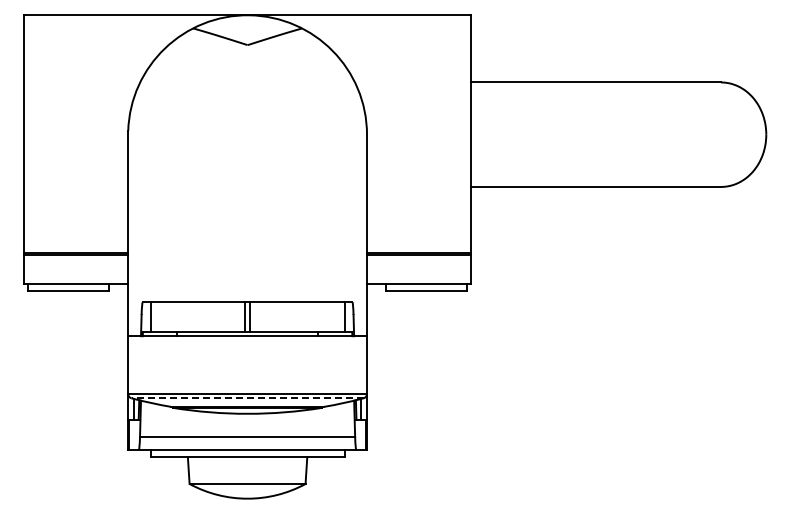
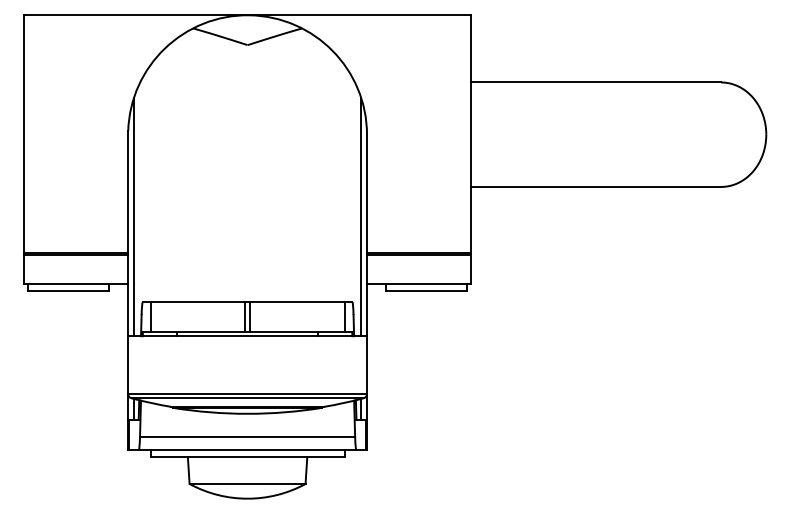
line at (134, 216): none -> present
line at (361, 216): none -> present
line at (247, 398): dashed -> solid
